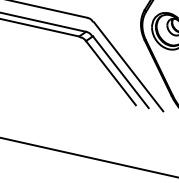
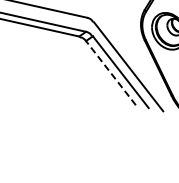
line at (110, 73): solid -> dashed
line at (88, 157): present -> none
